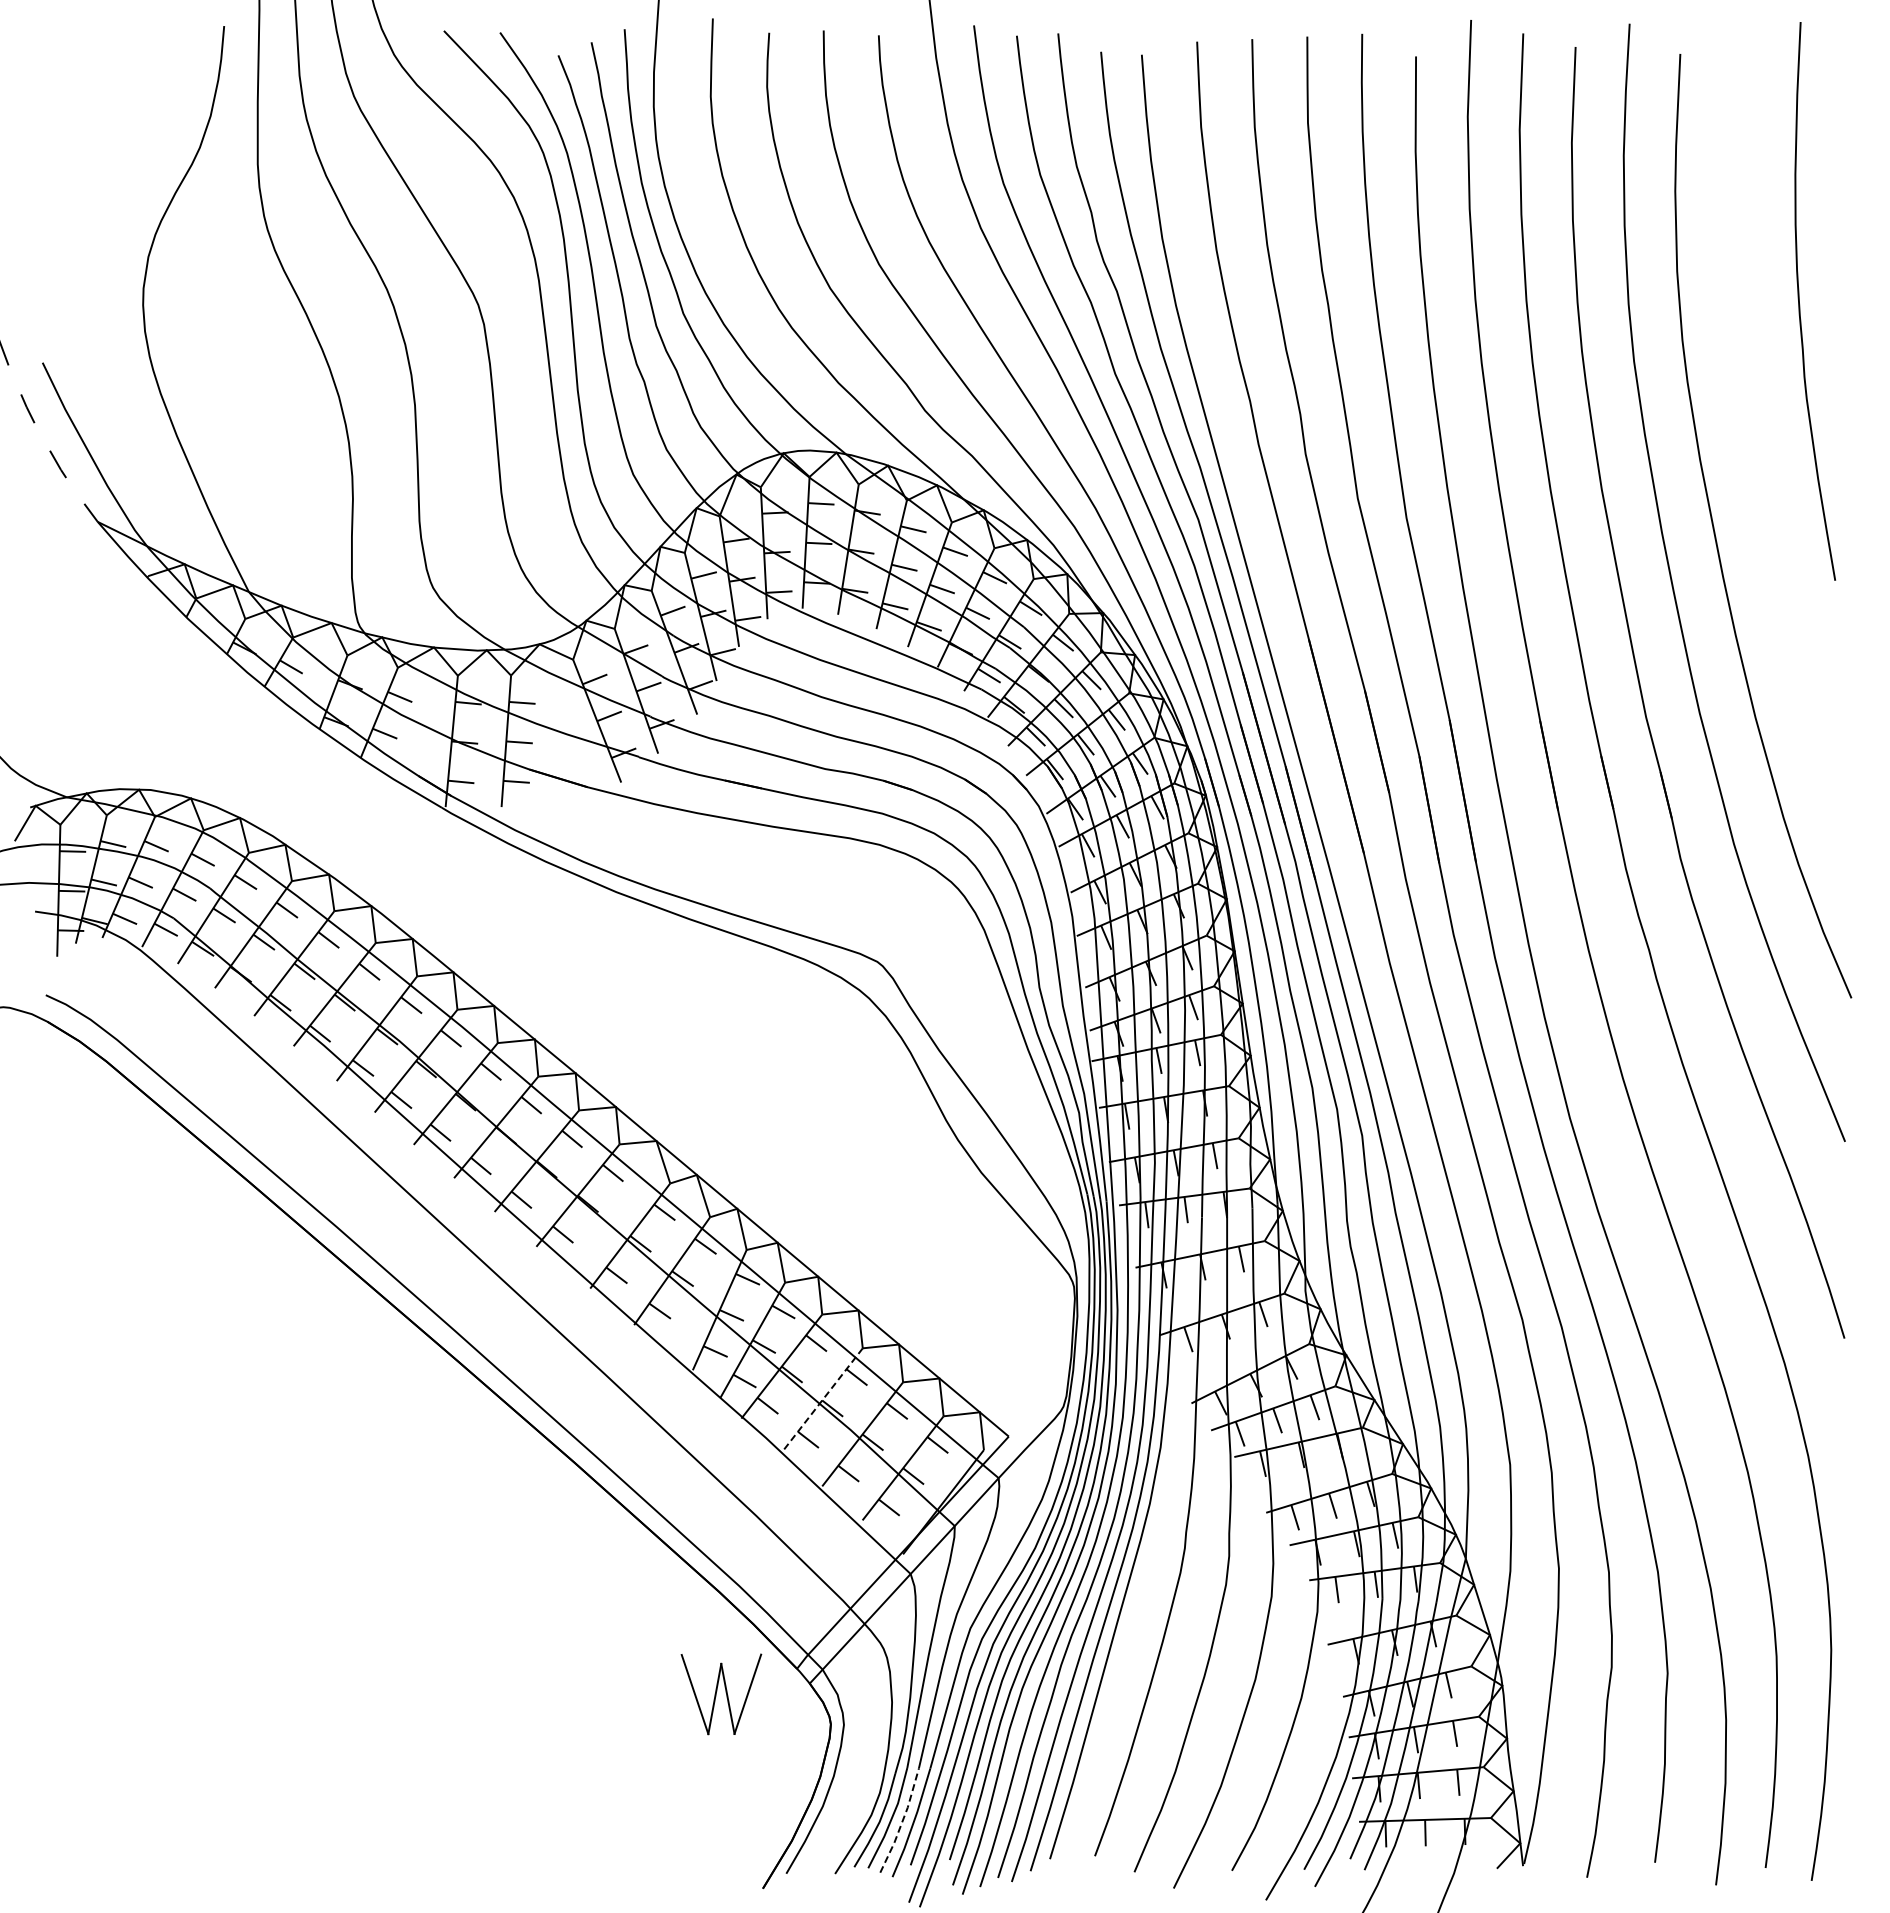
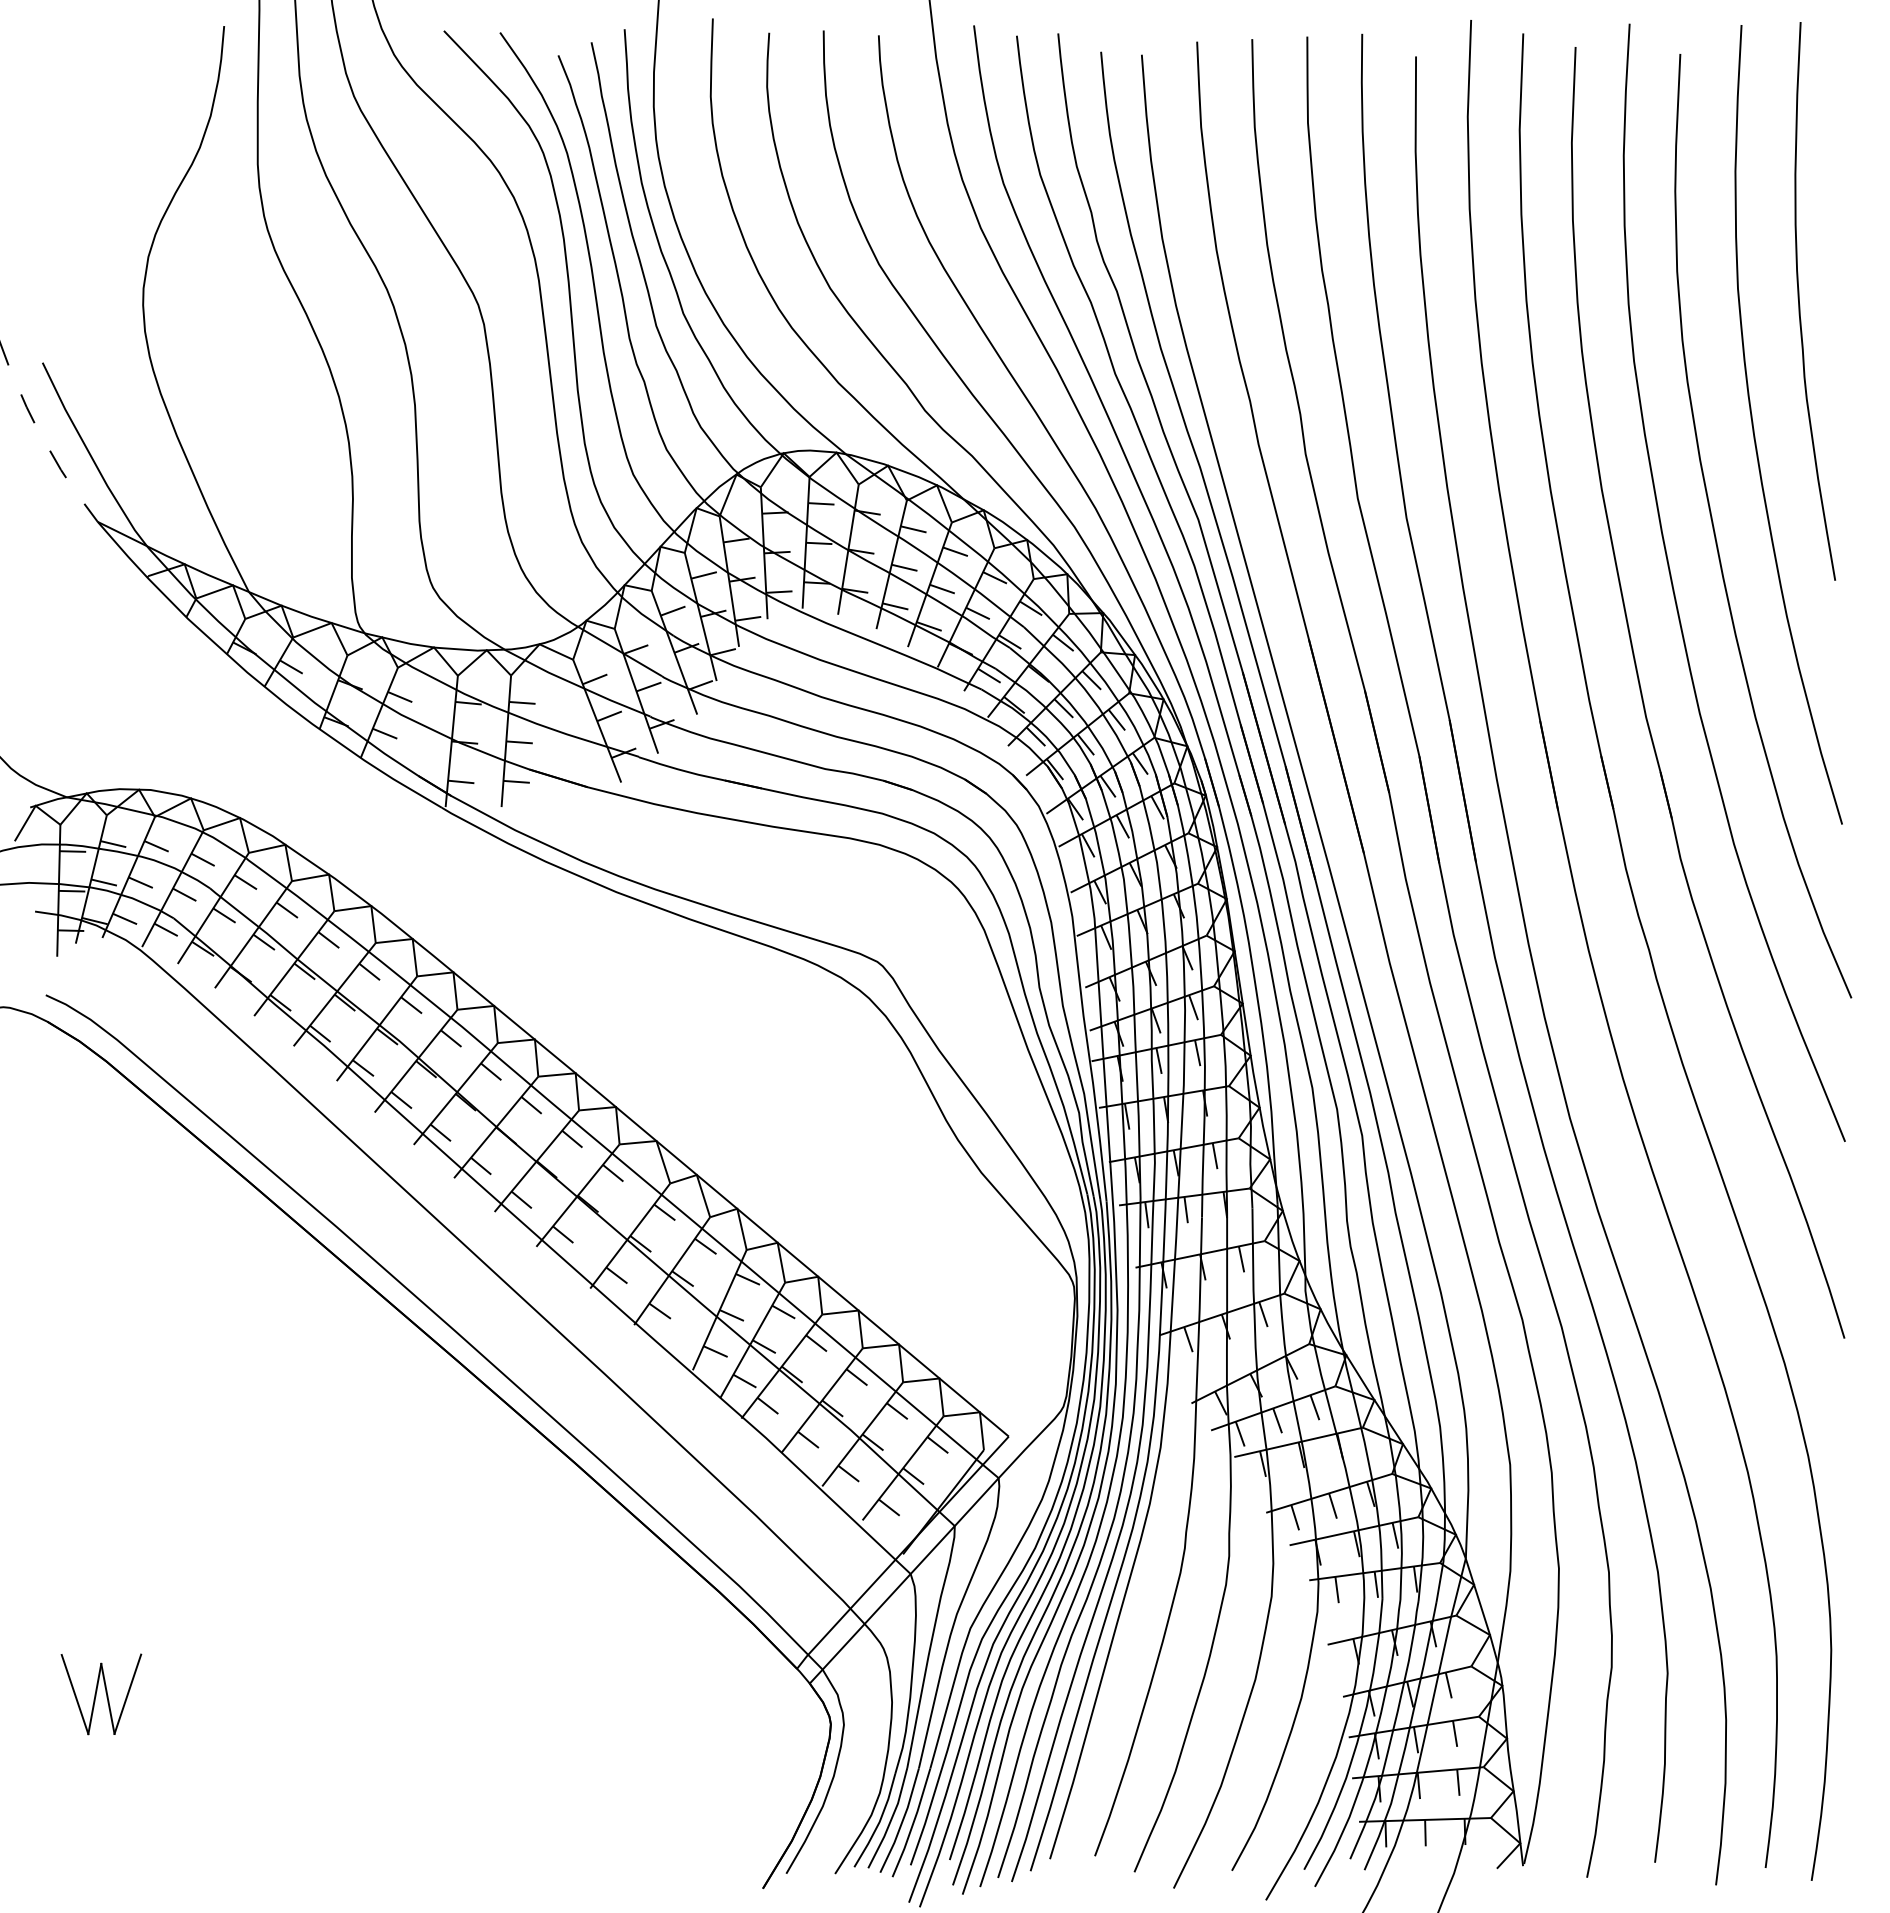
curve at (1754, 428): none -> present
line at (821, 1400): dashed -> solid
part at (721, 1694) position: (721, 1694) -> (101, 1694)
line at (902, 1821): dashed -> solid
